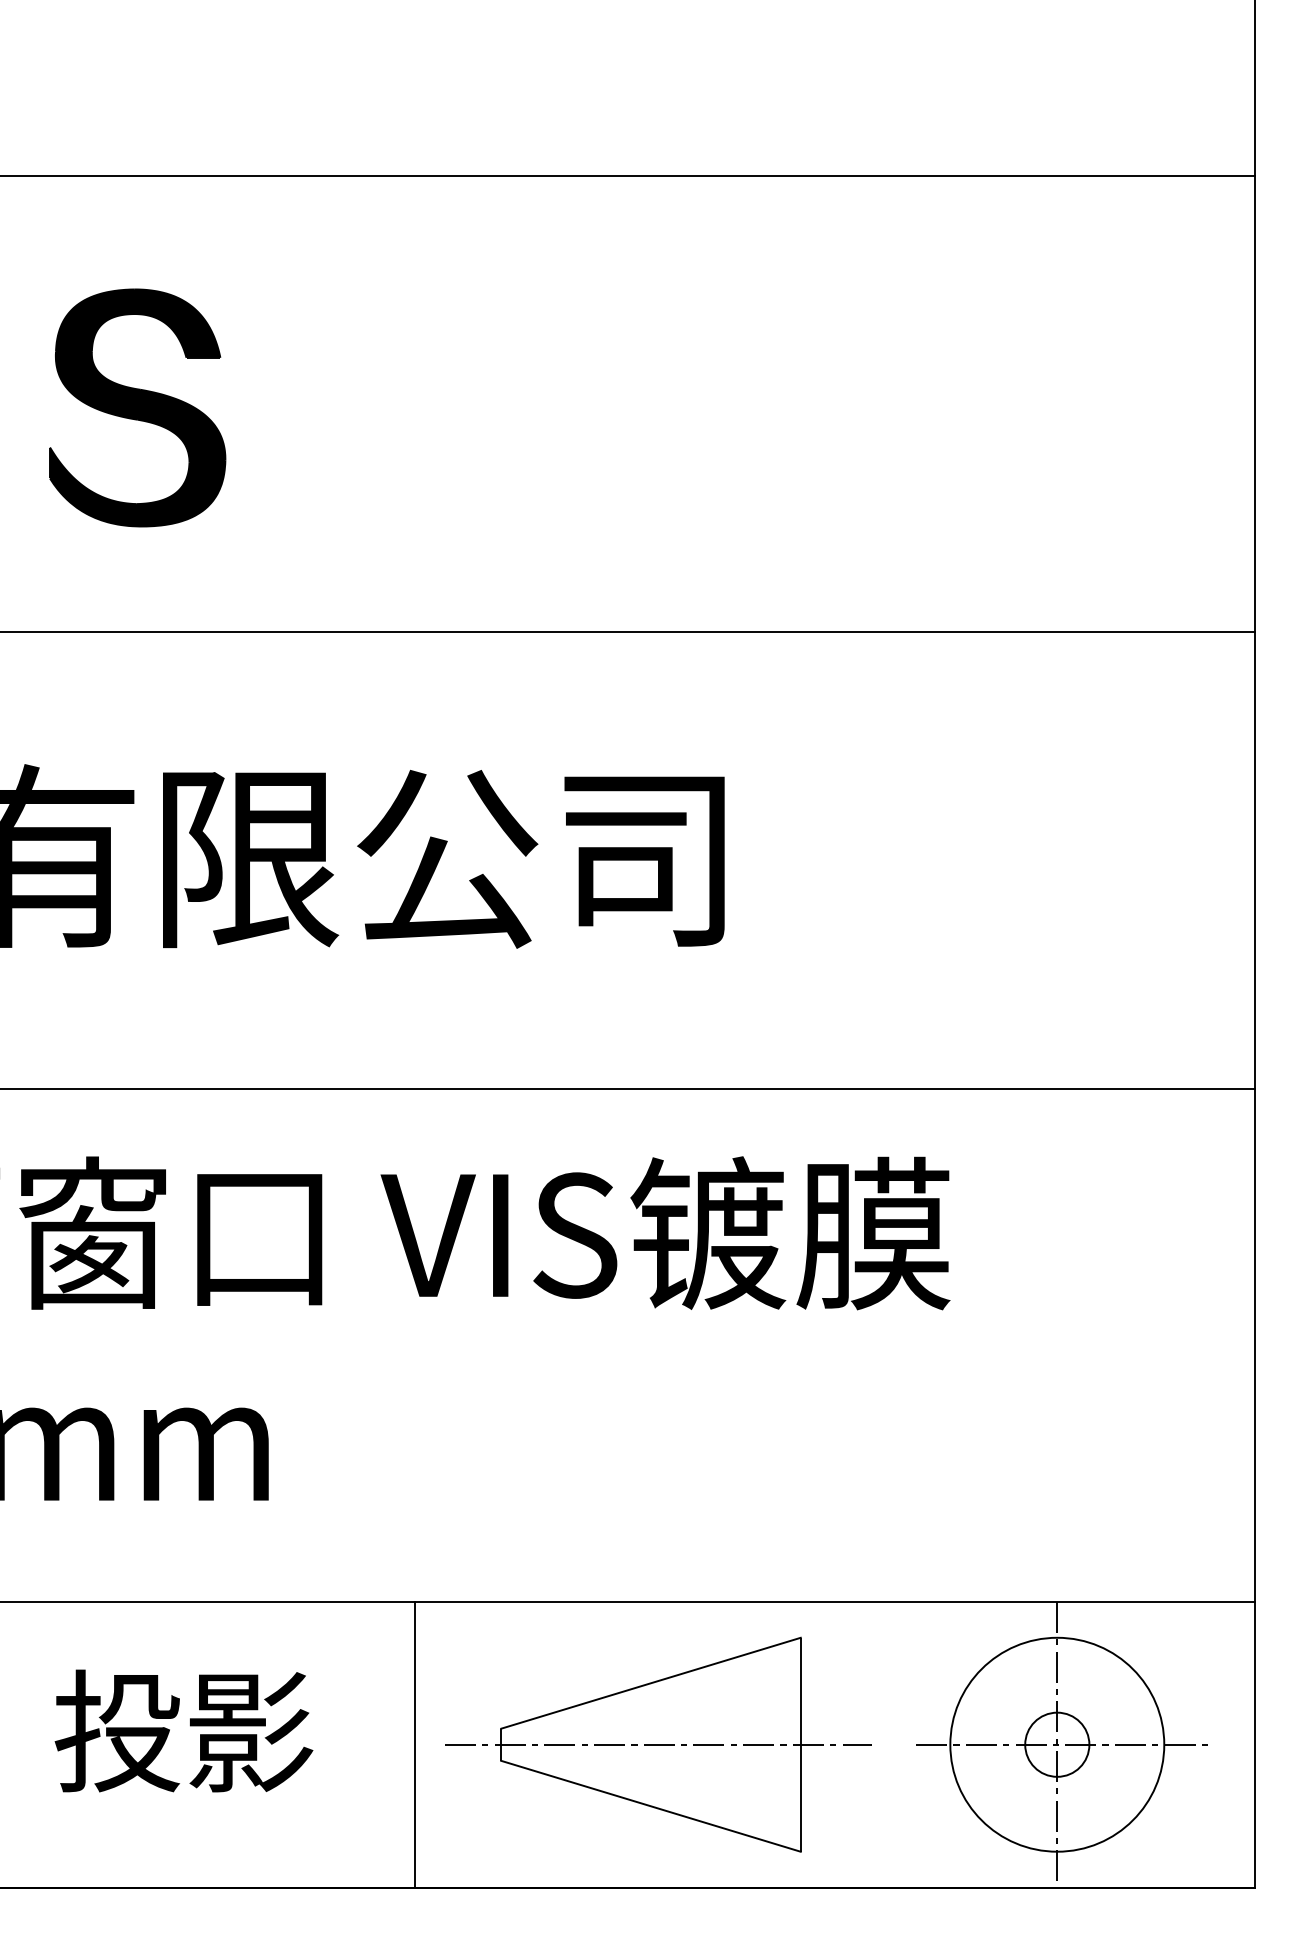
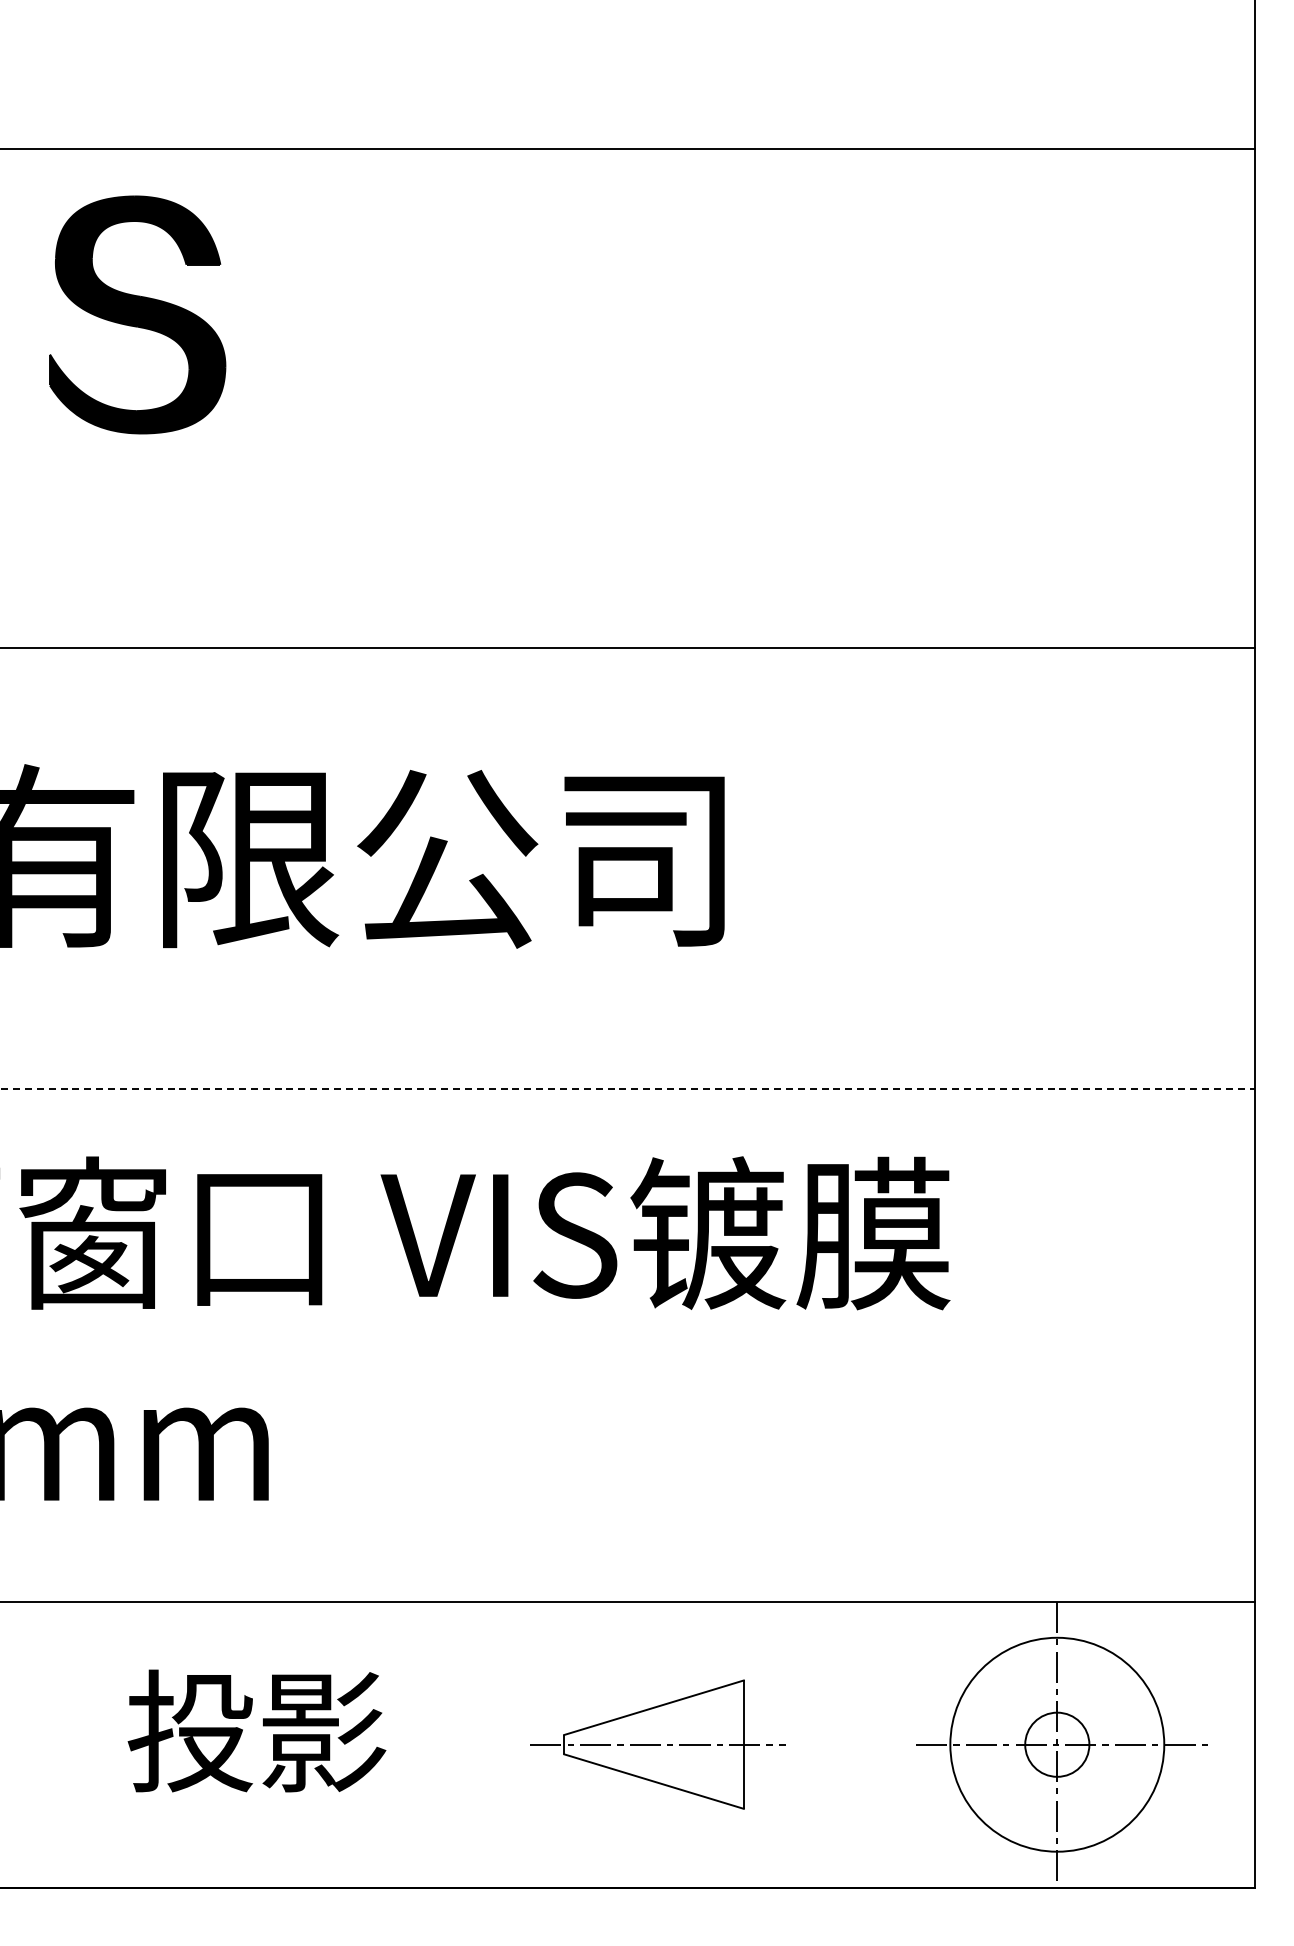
line at (628, 175) position: (628, 175) -> (628, 148)
part at (137, 407) position: (137, 407) -> (137, 314)
line at (628, 632) position: (628, 632) -> (628, 648)
line at (628, 1088): solid -> dashed
text at (183, 1730) position: (183, 1730) -> (256, 1730)
line at (414, 1744): present -> none
part at (658, 1744) size: 427x217 px -> 256x131 px
